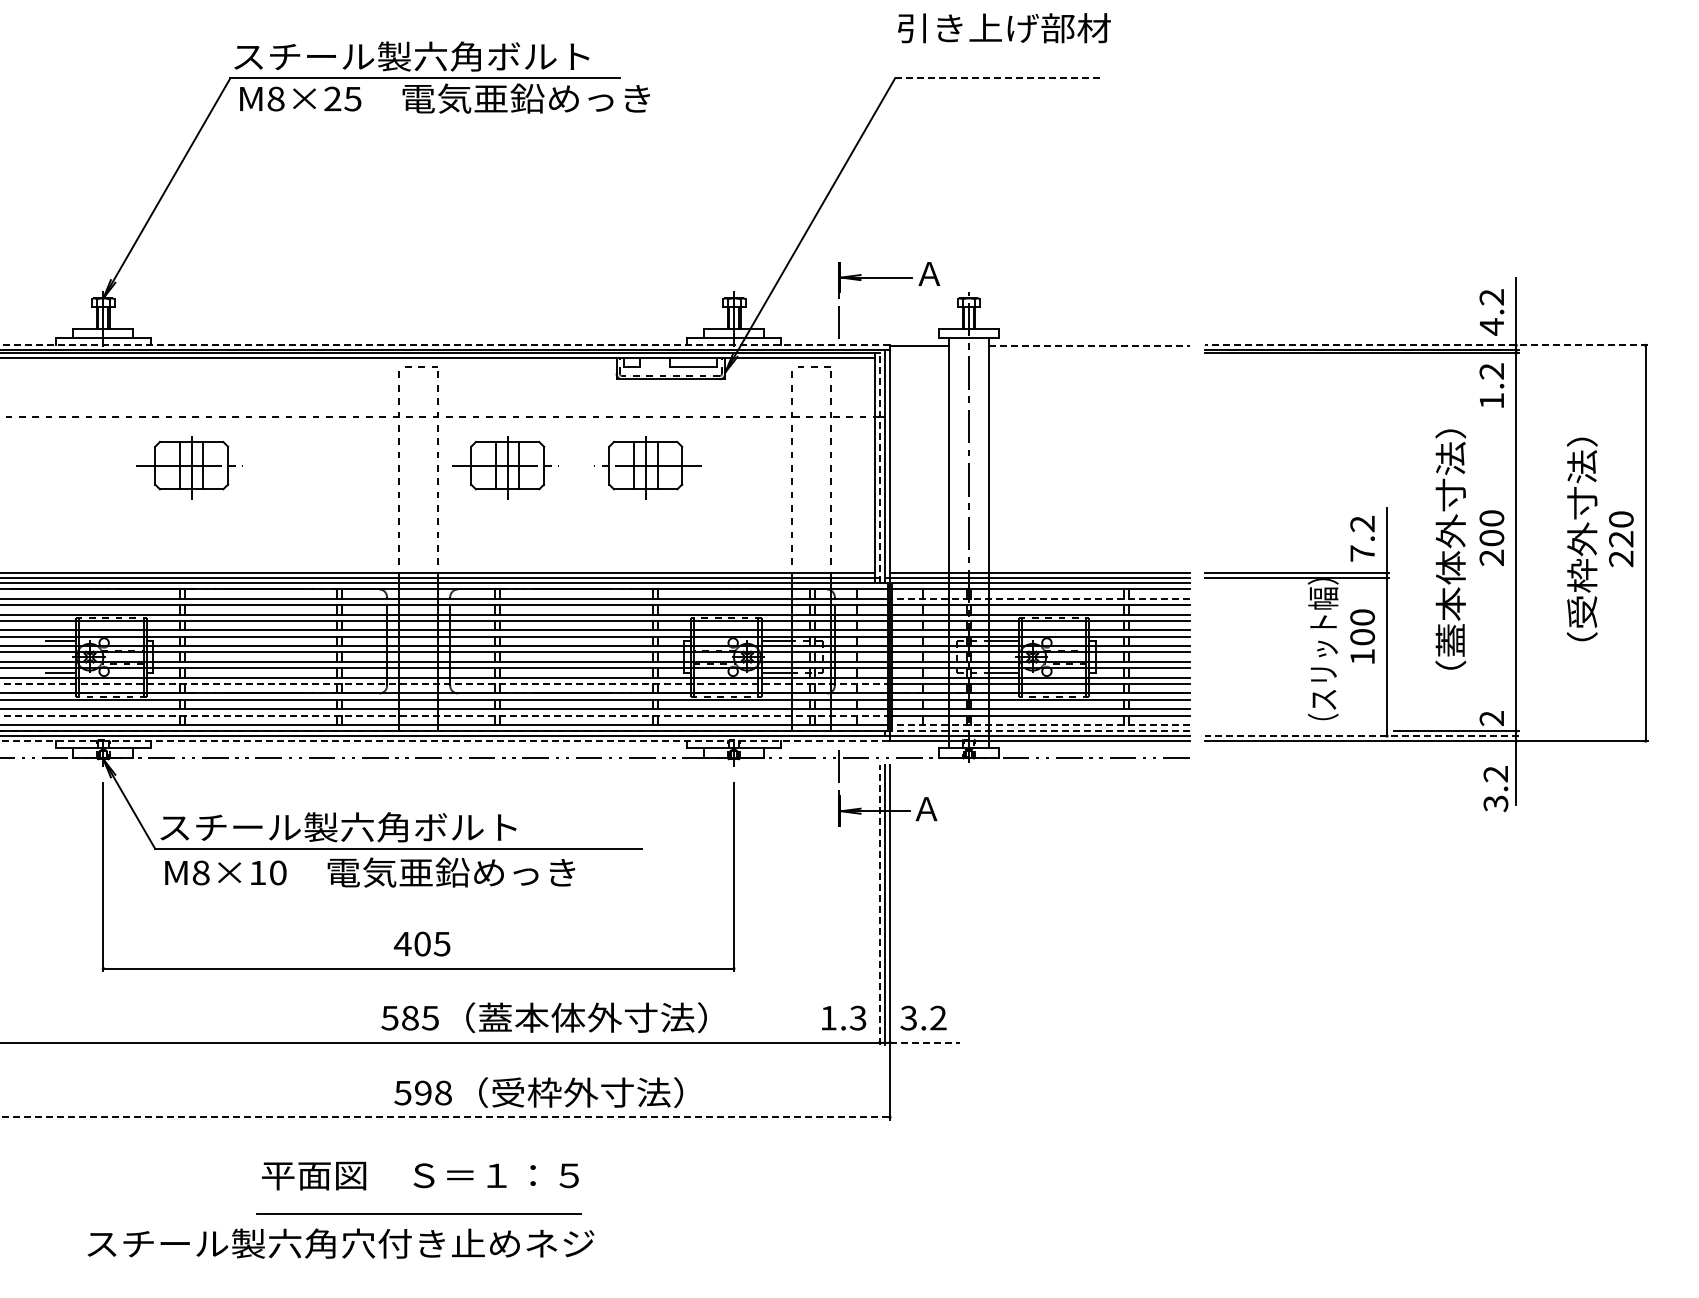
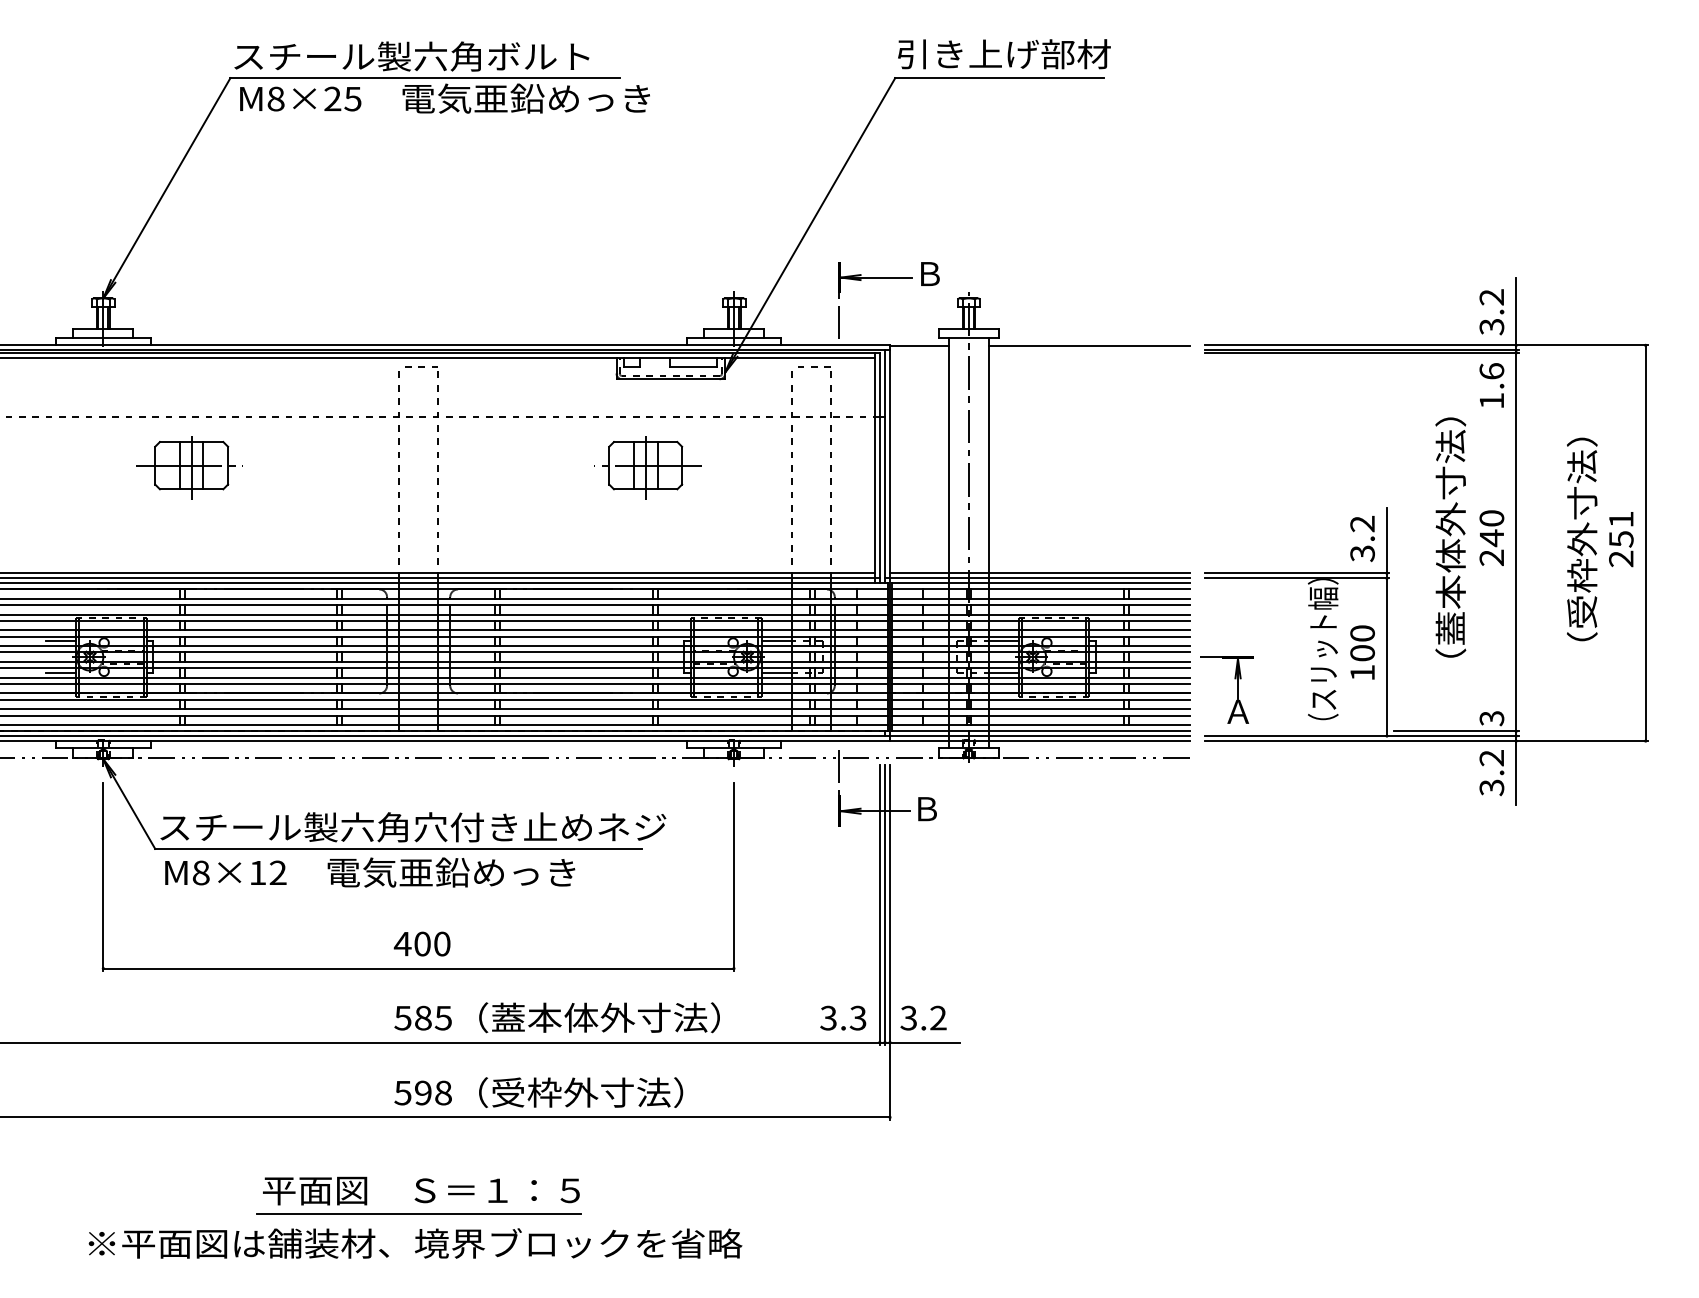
text at (1004, 28) position: (1004, 28) -> (1004, 54)
line at (1000, 78): dashed -> solid
text at (929, 274): Ａ -> Ｂ
text at (1491, 326): 4.2 -> 3.2
line at (445, 345): dashed -> solid
line at (1426, 345): dashed -> solid
line at (1089, 346): dashed -> solid
text at (1491, 371): 1.2 -> 1.6
part at (505, 467): present -> none
line at (879, 467): dashed -> solid
text at (1621, 529): 220 -> 251
text at (1491, 538): 200 -> 240
text at (1450, 549) position: (1450, 549) -> (1450, 537)
text at (1362, 553): 7.2 -> 3.2
line at (1040, 598): dashed -> solid
text at (1362, 636) position: (1362, 636) -> (1362, 652)
line at (444, 684): dashed -> solid
part at (1237, 689): none -> present
line at (444, 715): dashed -> solid
text at (1492, 718): 2 -> 3
line at (1040, 725): dashed -> solid
line at (1040, 731): dashed -> solid
line at (1361, 736): dashed -> solid
line at (445, 741): dashed -> solid
text at (1495, 789) position: (1495, 789) -> (1491, 773)
text at (926, 809): Ａ -> Ｂ
text at (540, 827): スチール製六角ボルト -> スチール製六角穴付き止めネジ
text at (277, 872): M8×10 -> M8×12
line at (879, 904): dashed -> solid
text at (441, 943): 405 -> 400
text at (543, 1017) position: (543, 1017) -> (556, 1017)
text at (828, 1017): 1.3 -> 3.3
line at (925, 1042): dashed -> solid
line at (445, 1117): dashed -> solid
text at (420, 1175) position: (420, 1175) -> (421, 1190)
text at (414, 1243): スチール製六角穴付き止めネジ -> ※平面図は舗装材、境界ブロックを省略
